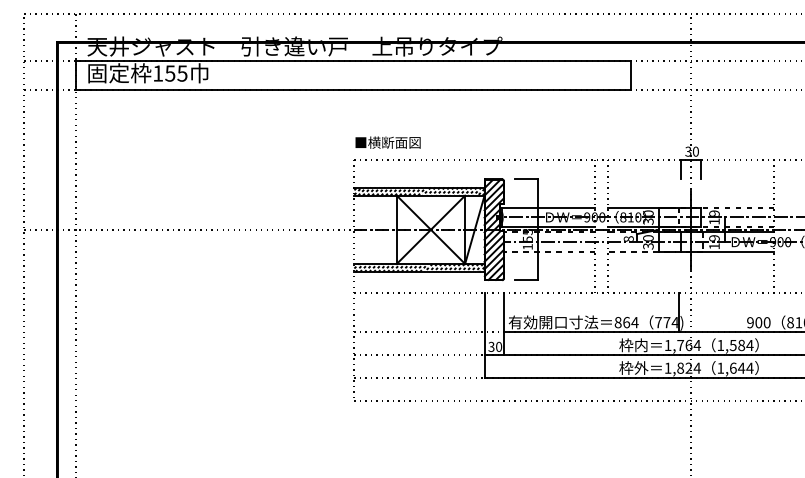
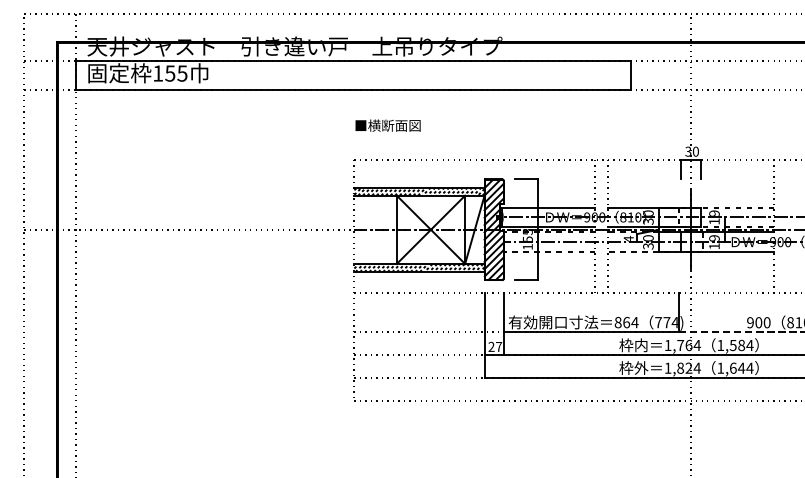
text at (387, 142) position: (387, 142) -> (387, 125)
text at (628, 238): 8 -> 4
line at (742, 332): solid -> dashed
text at (495, 346): 30 -> 27
